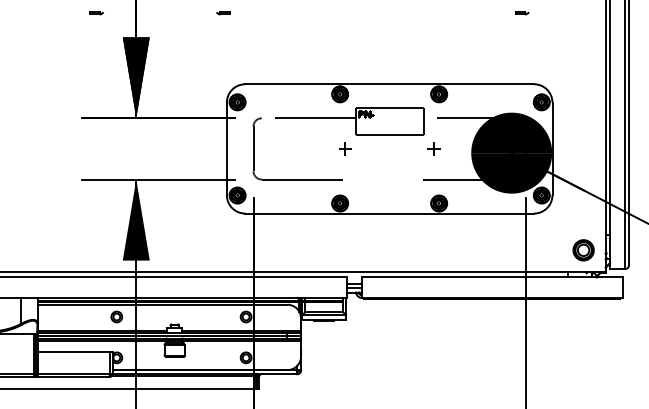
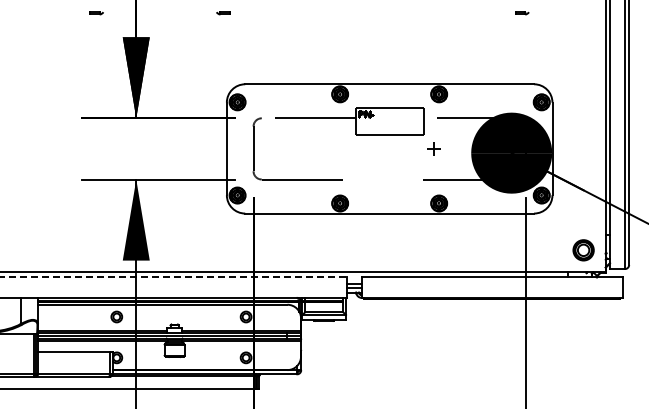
part at (345, 148): present -> none
line at (173, 277): solid -> dashed
